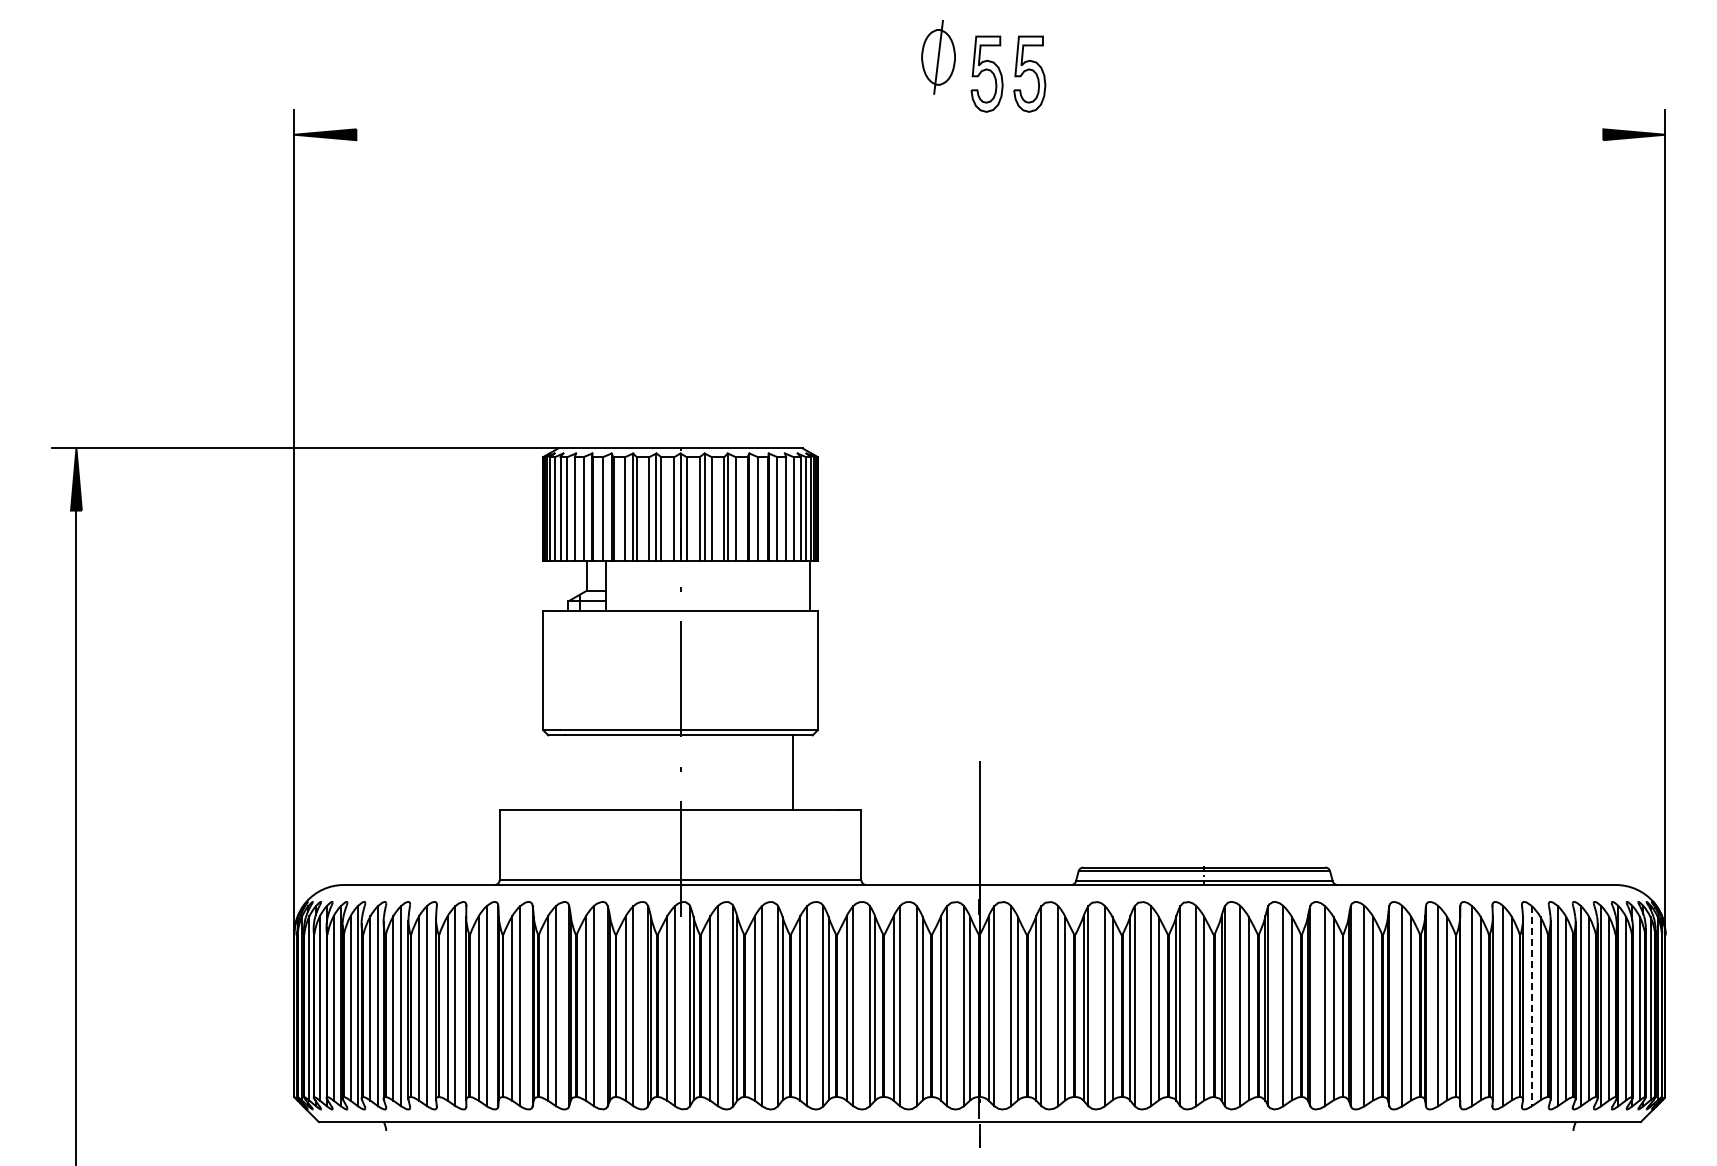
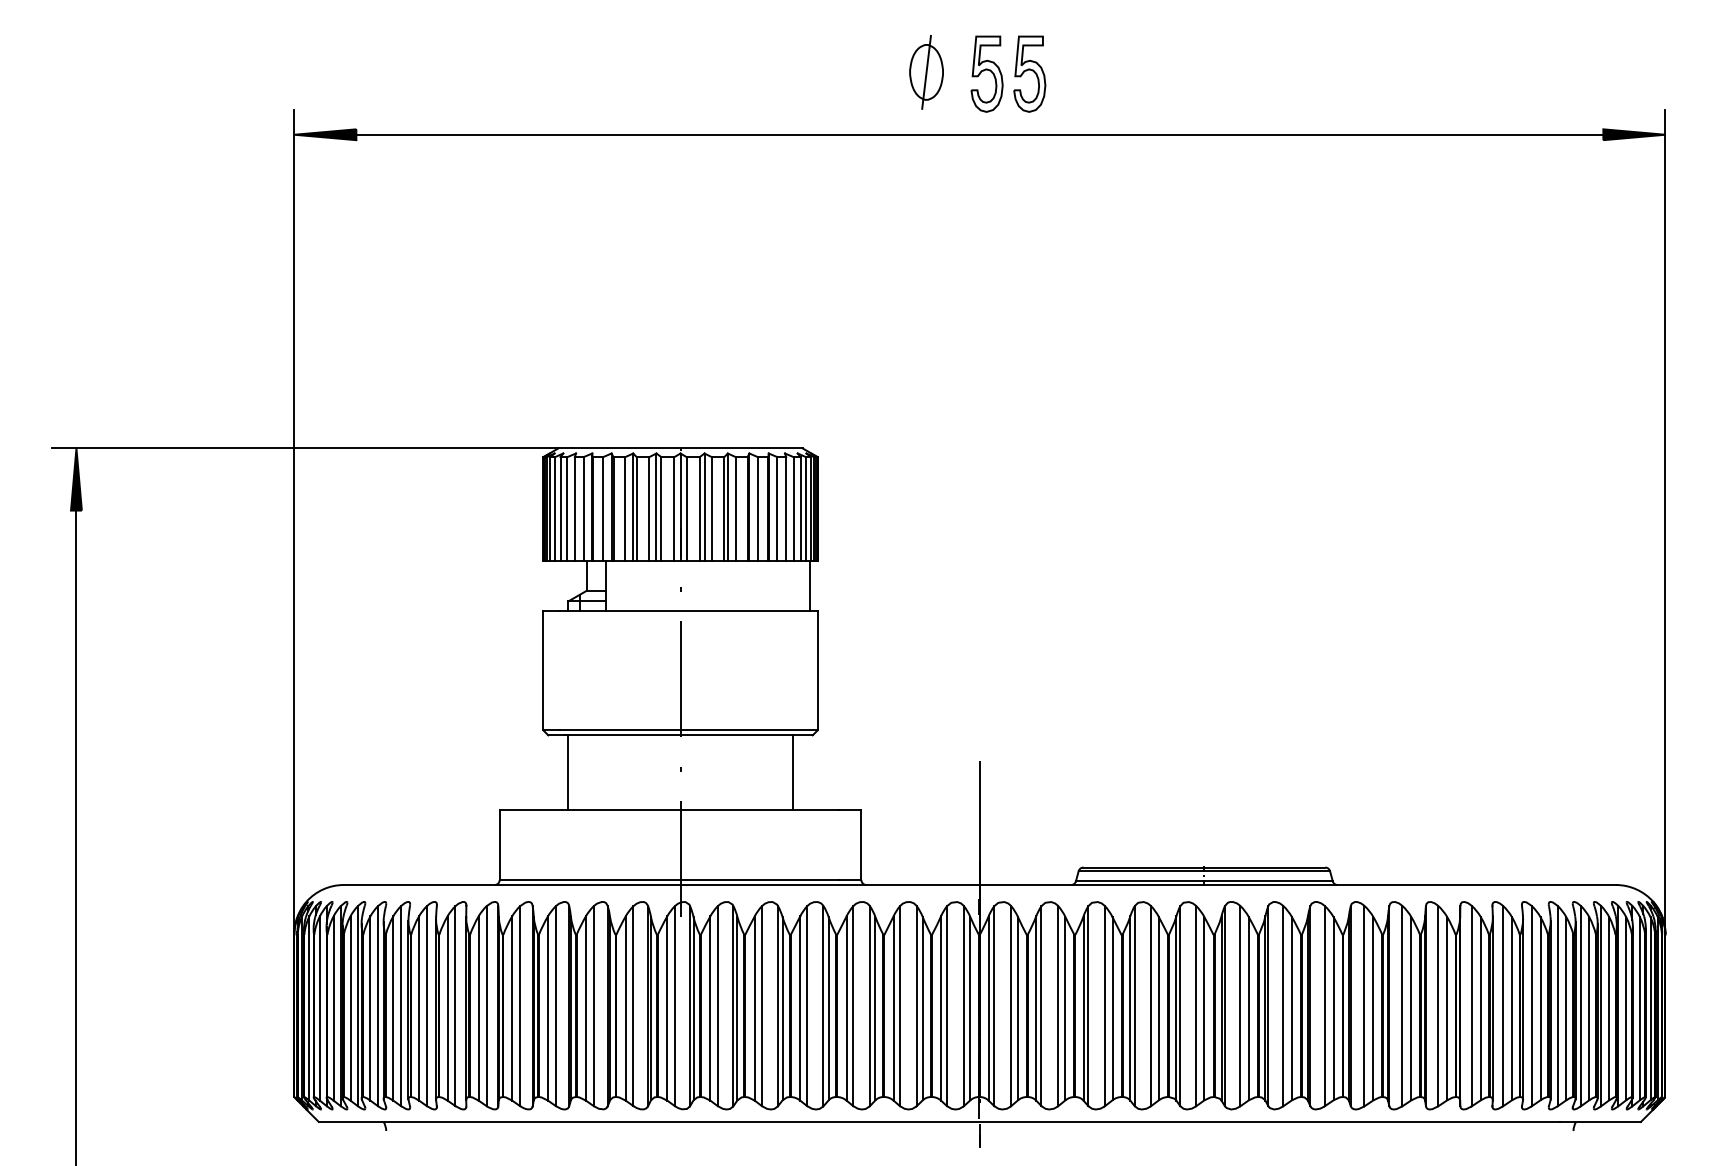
part at (938, 57) position: (938, 57) -> (926, 72)
line at (979, 134): none -> present
line at (568, 772): none -> present
line at (1531, 1006): dashed -> solid
